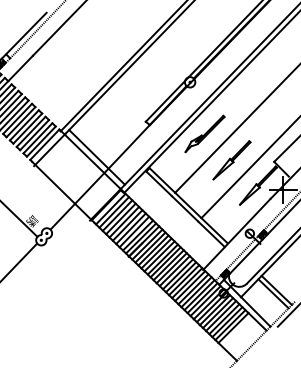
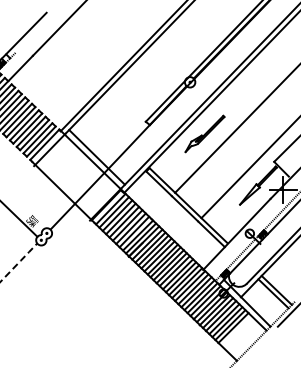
line at (40, 27): present -> none
part at (231, 160): present -> none
arc at (18, 262): solid -> dashed
